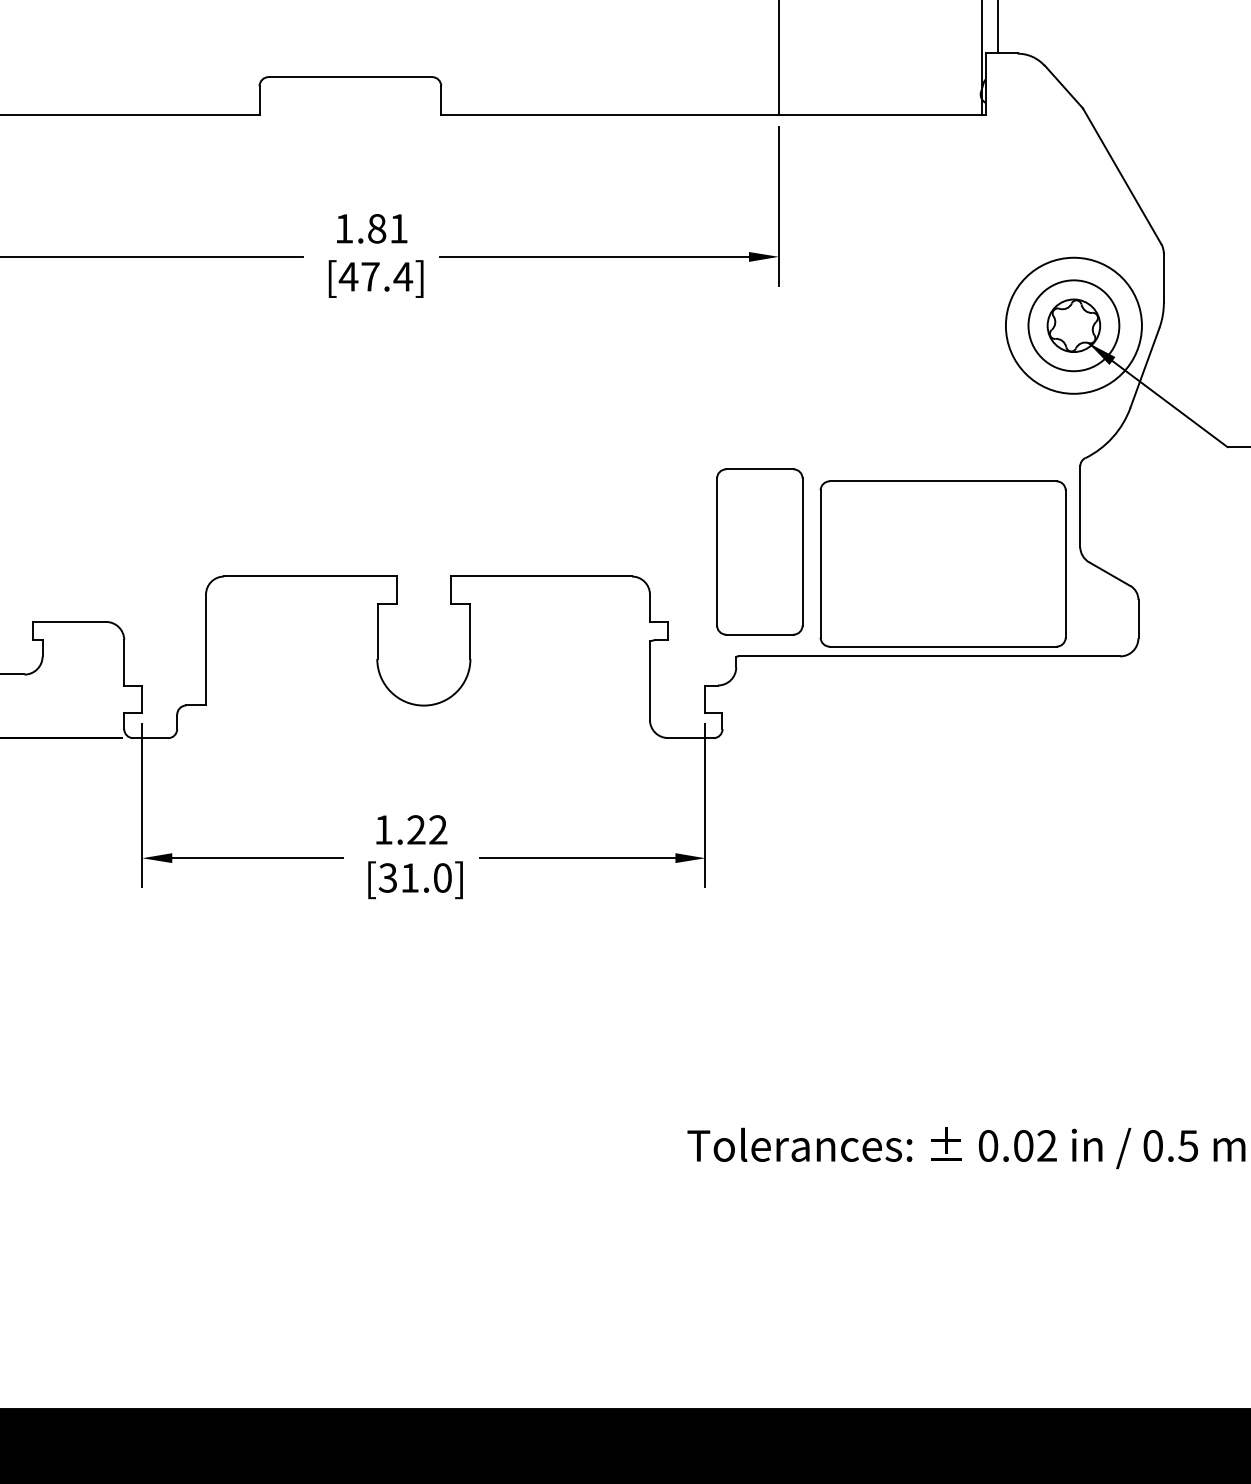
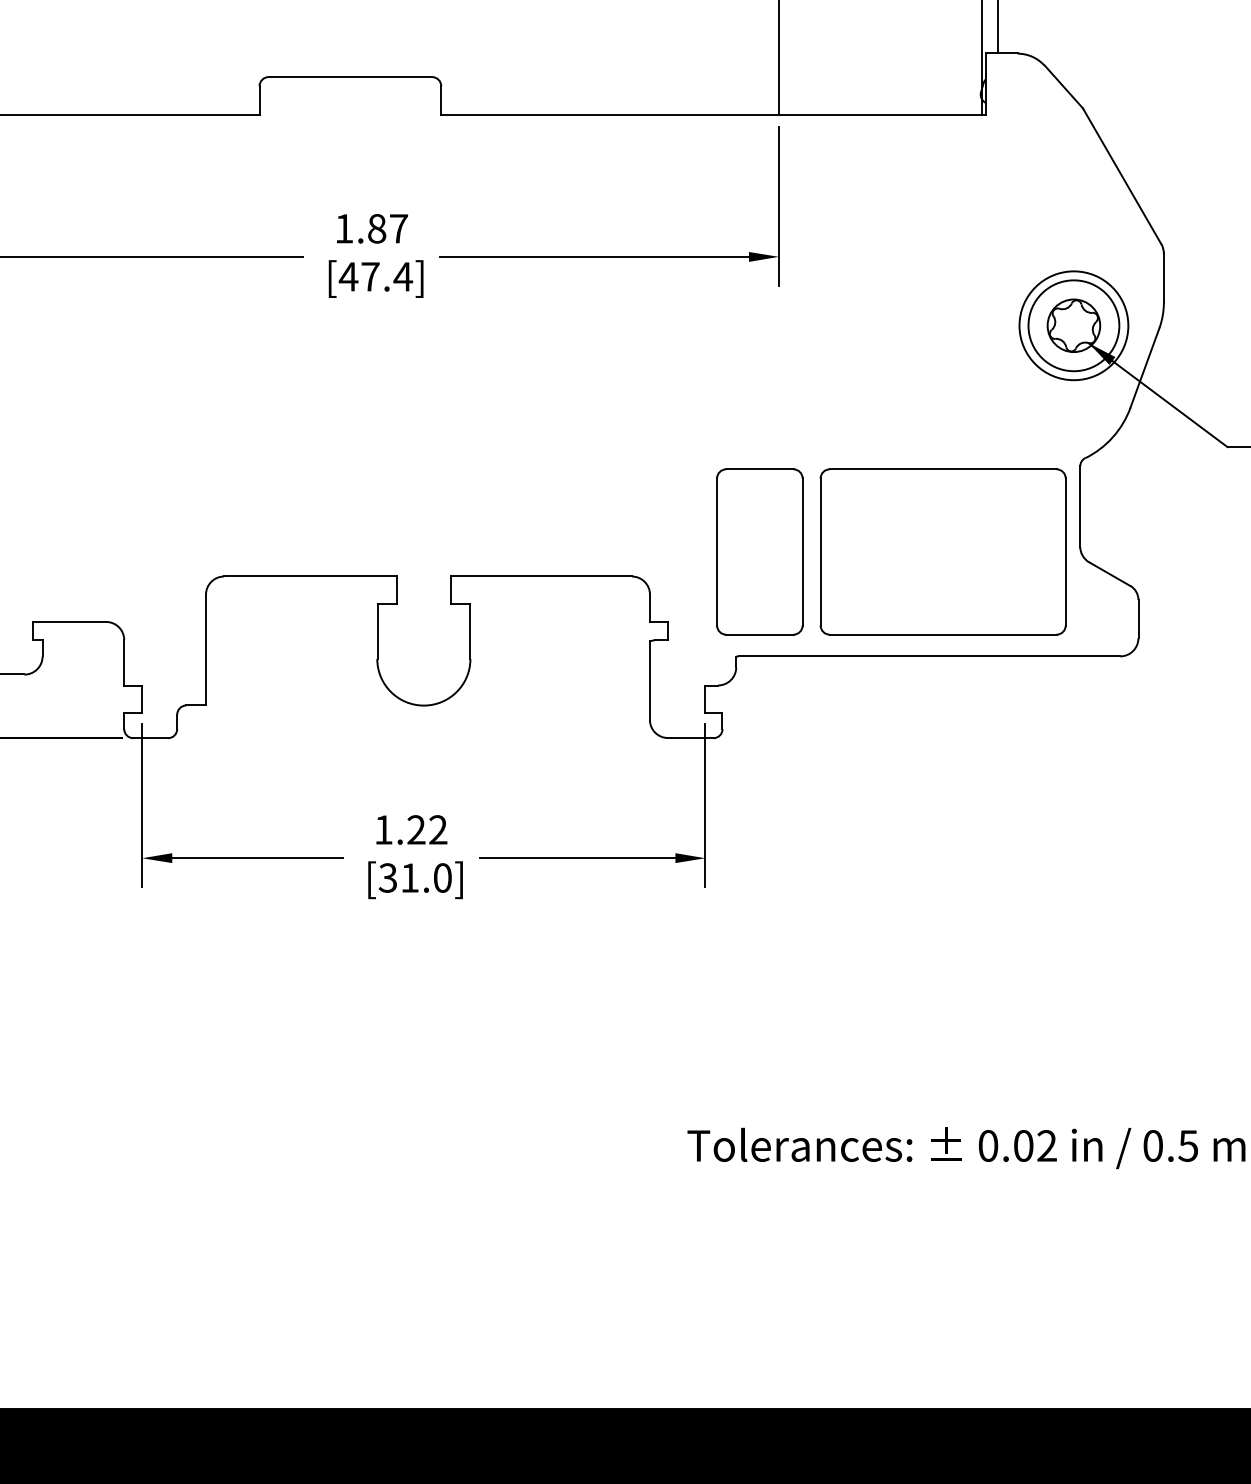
text at (399, 228): 1.81 -> 1.87
circle at (1073, 325) diameter: 136 px -> 109 px
part at (942, 563) position: (942, 563) -> (942, 551)
